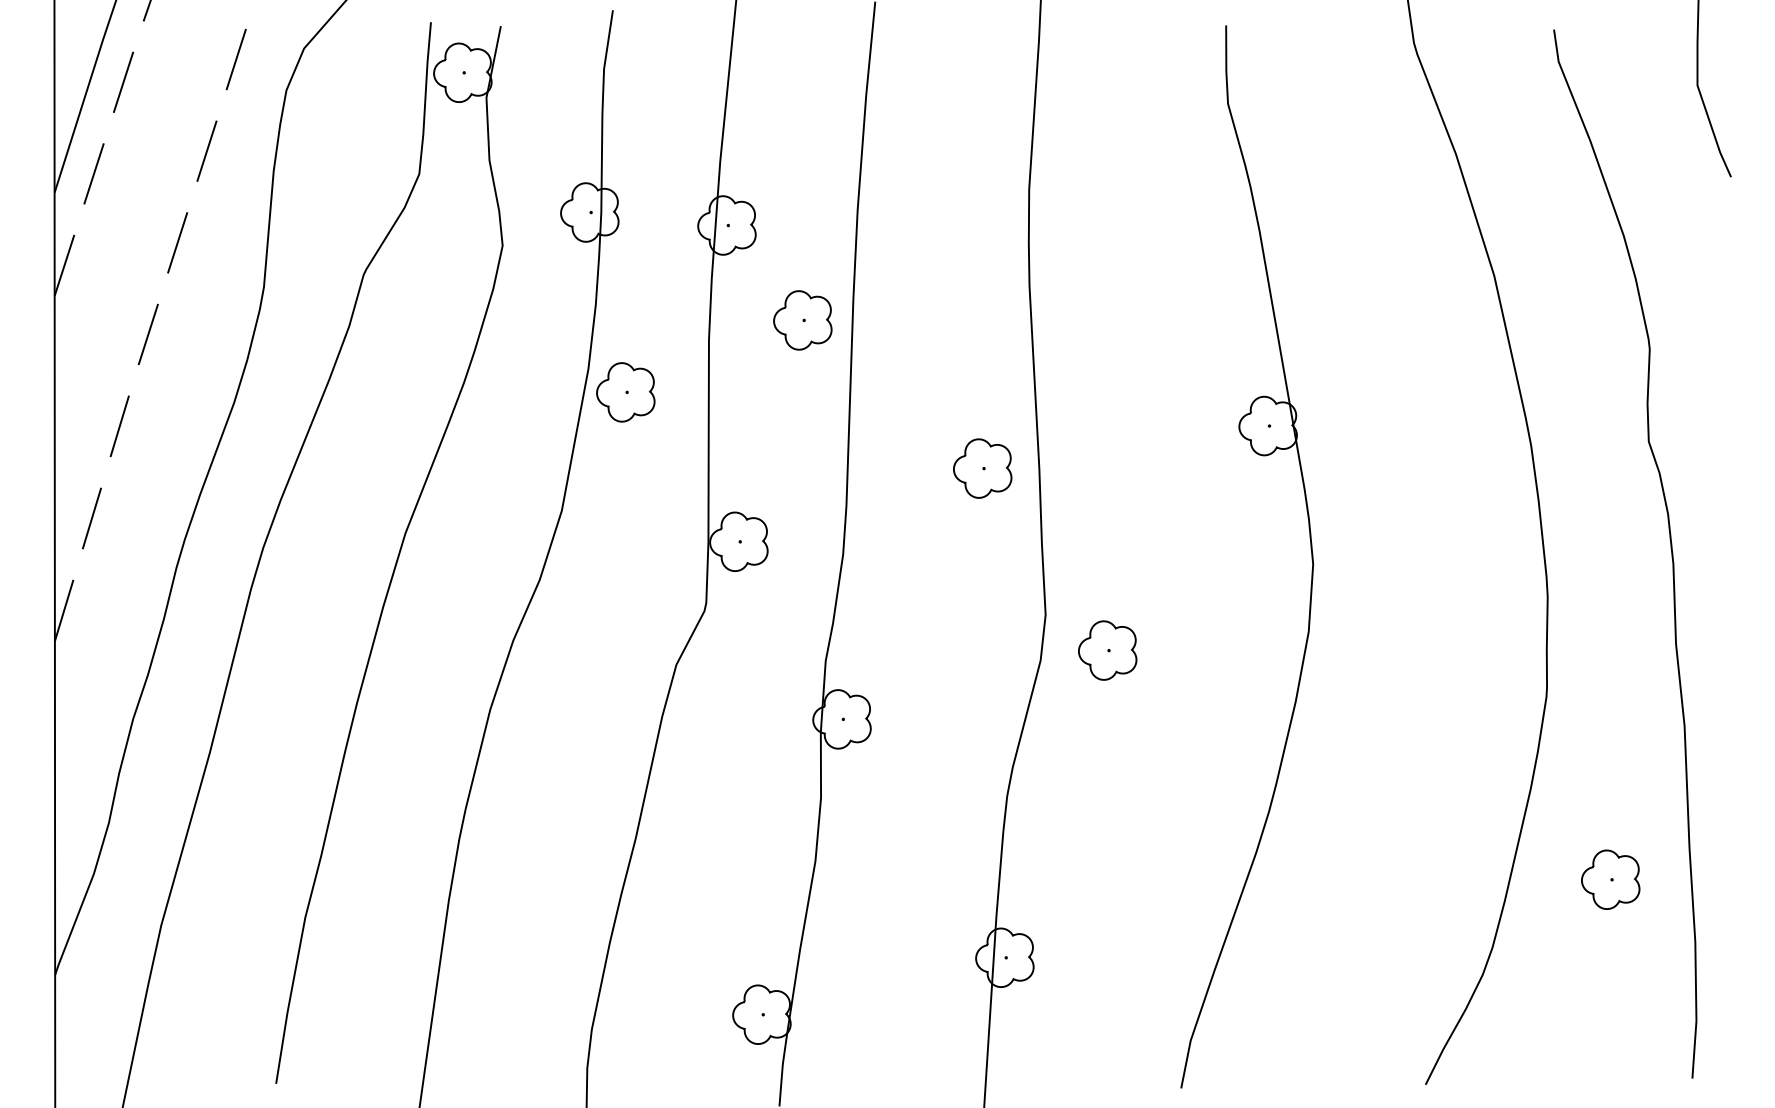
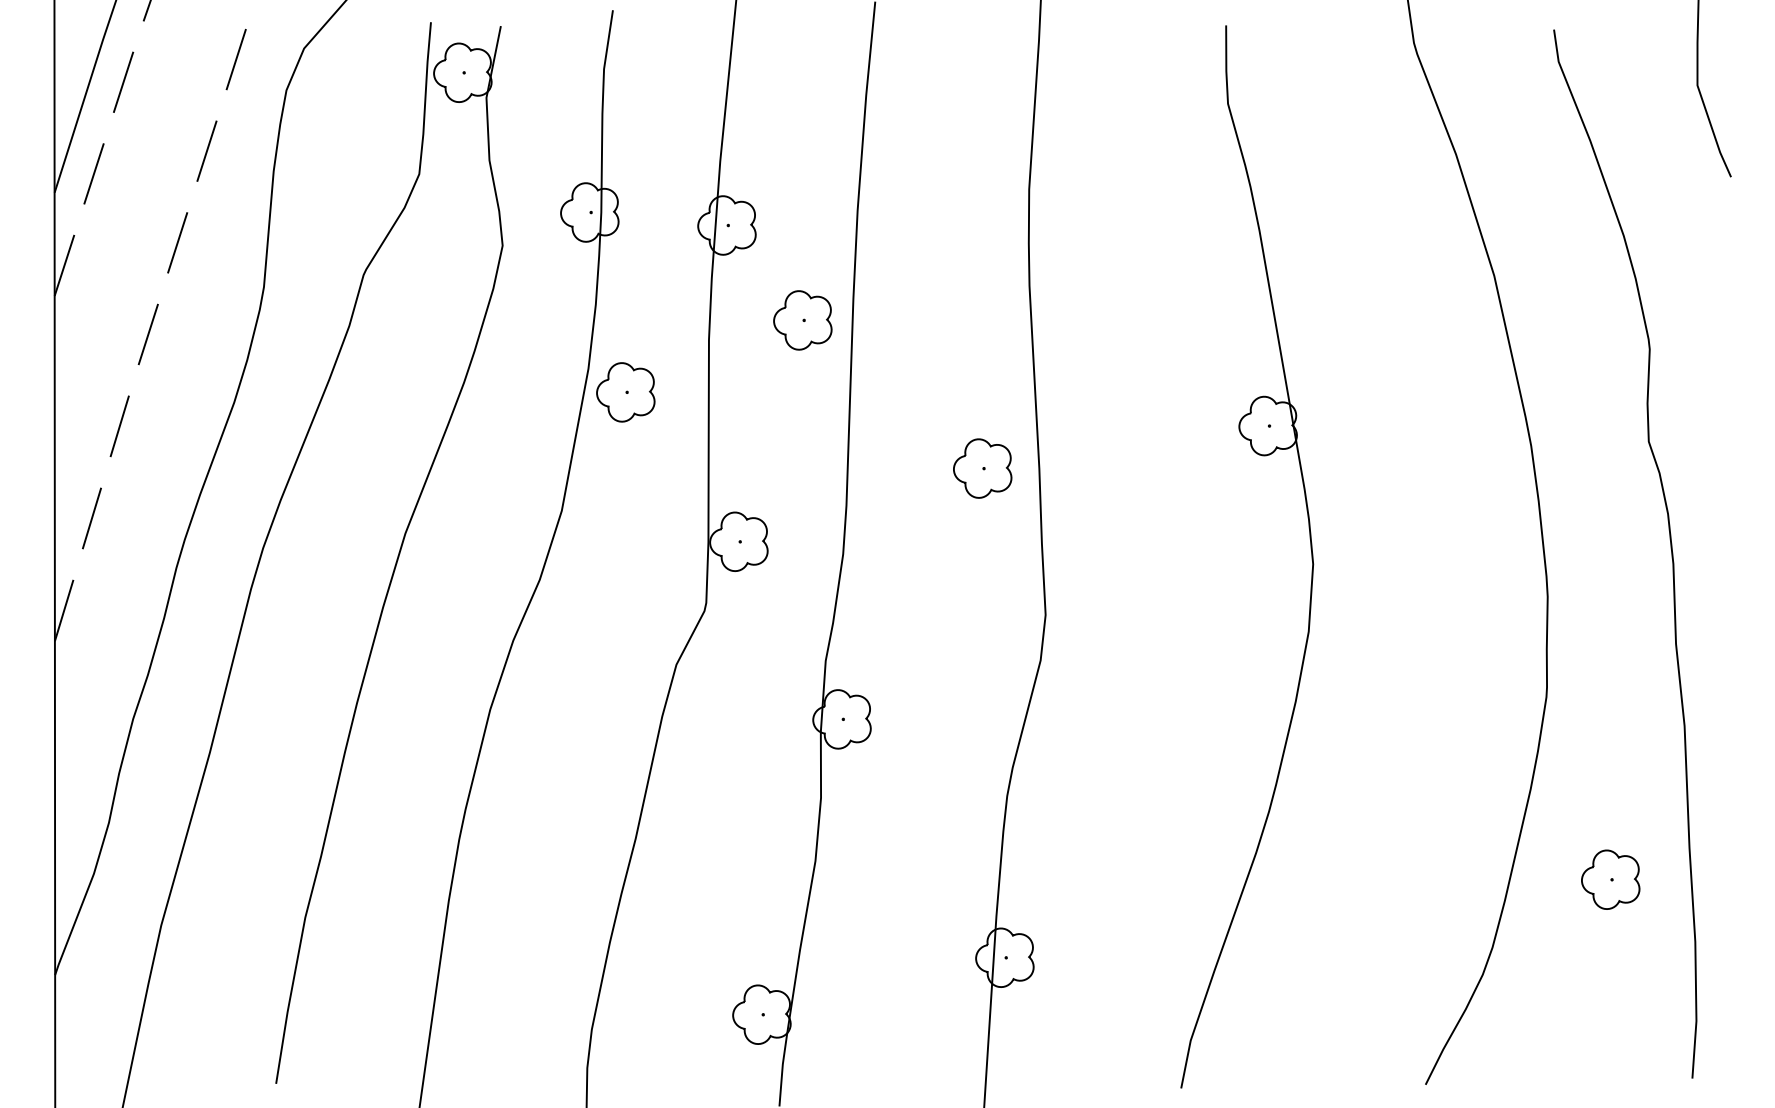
part at (1107, 650): present -> none
